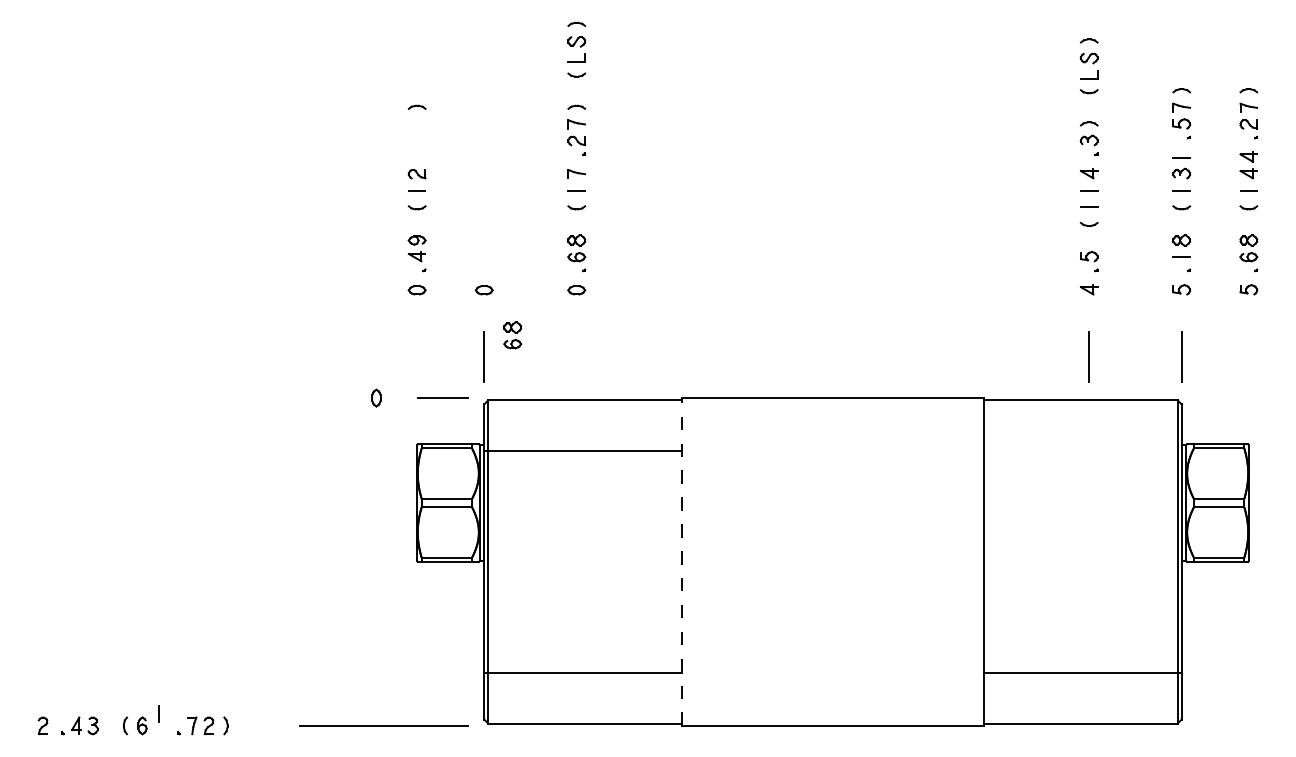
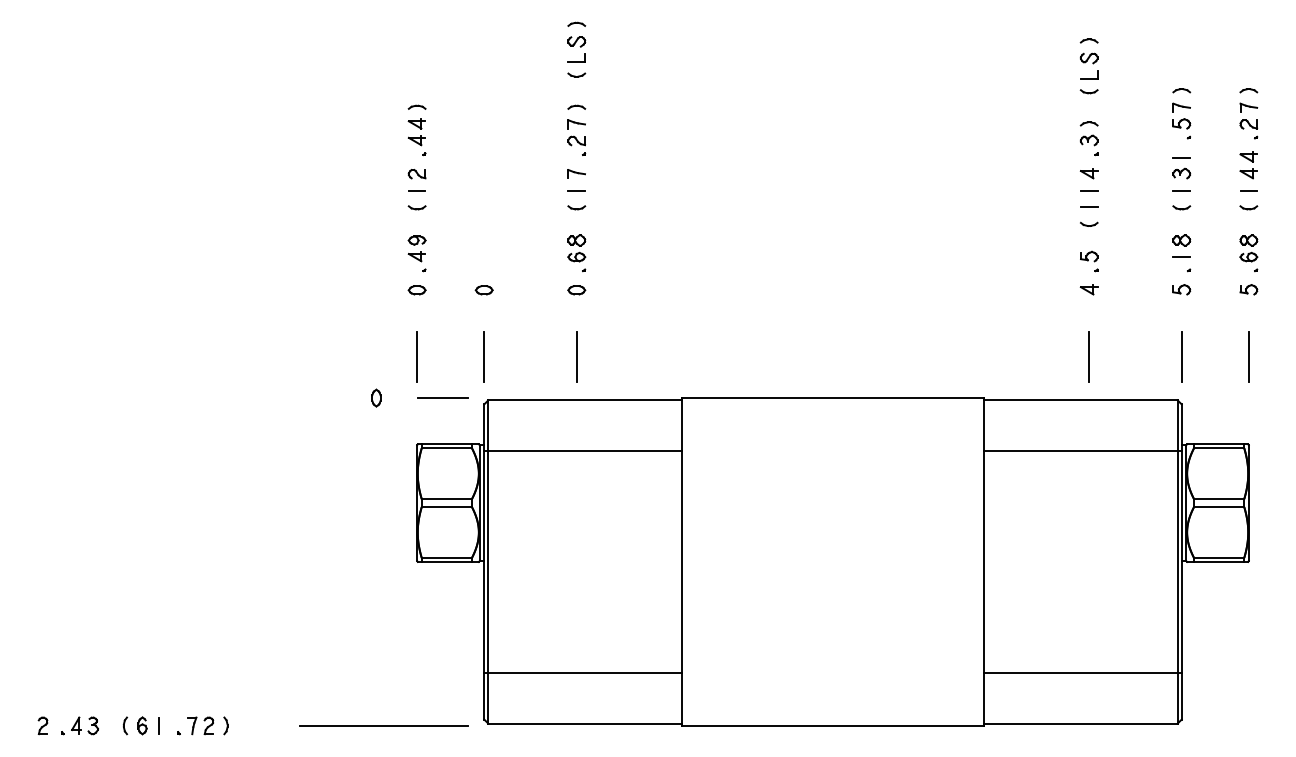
part at (416, 137): none -> present
part at (512, 335): present -> none
line at (416, 356): none -> present
line at (576, 356): none -> present
line at (1248, 356): none -> present
line at (1082, 450): none -> present
line at (681, 561): dashed -> solid
line at (158, 713) position: (158, 713) -> (158, 725)
